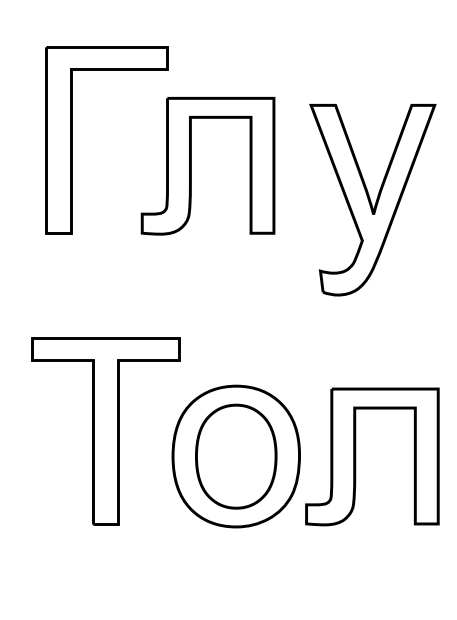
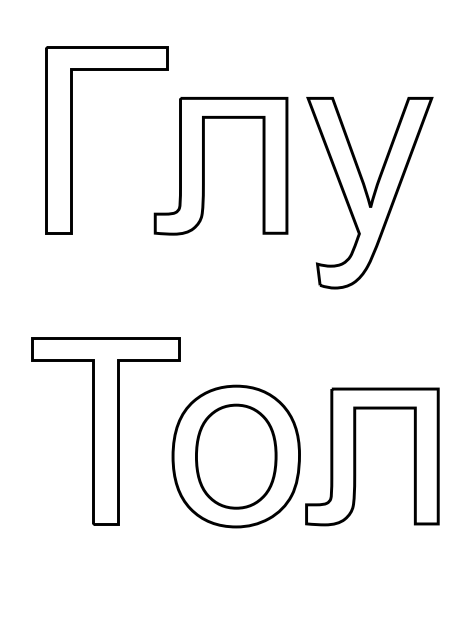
part at (191, 166) position: (191, 166) -> (204, 166)
part at (372, 200) position: (372, 200) -> (369, 193)
